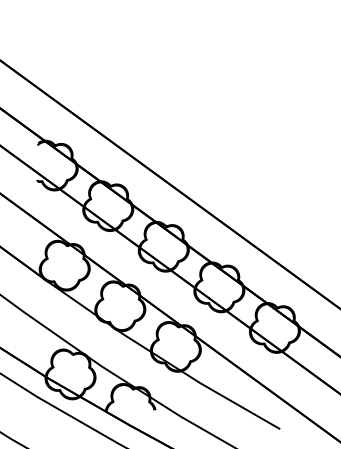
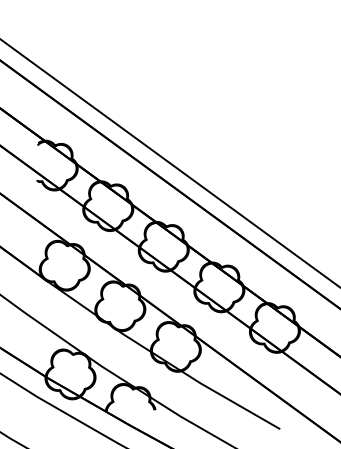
line at (169, 162): none -> present
